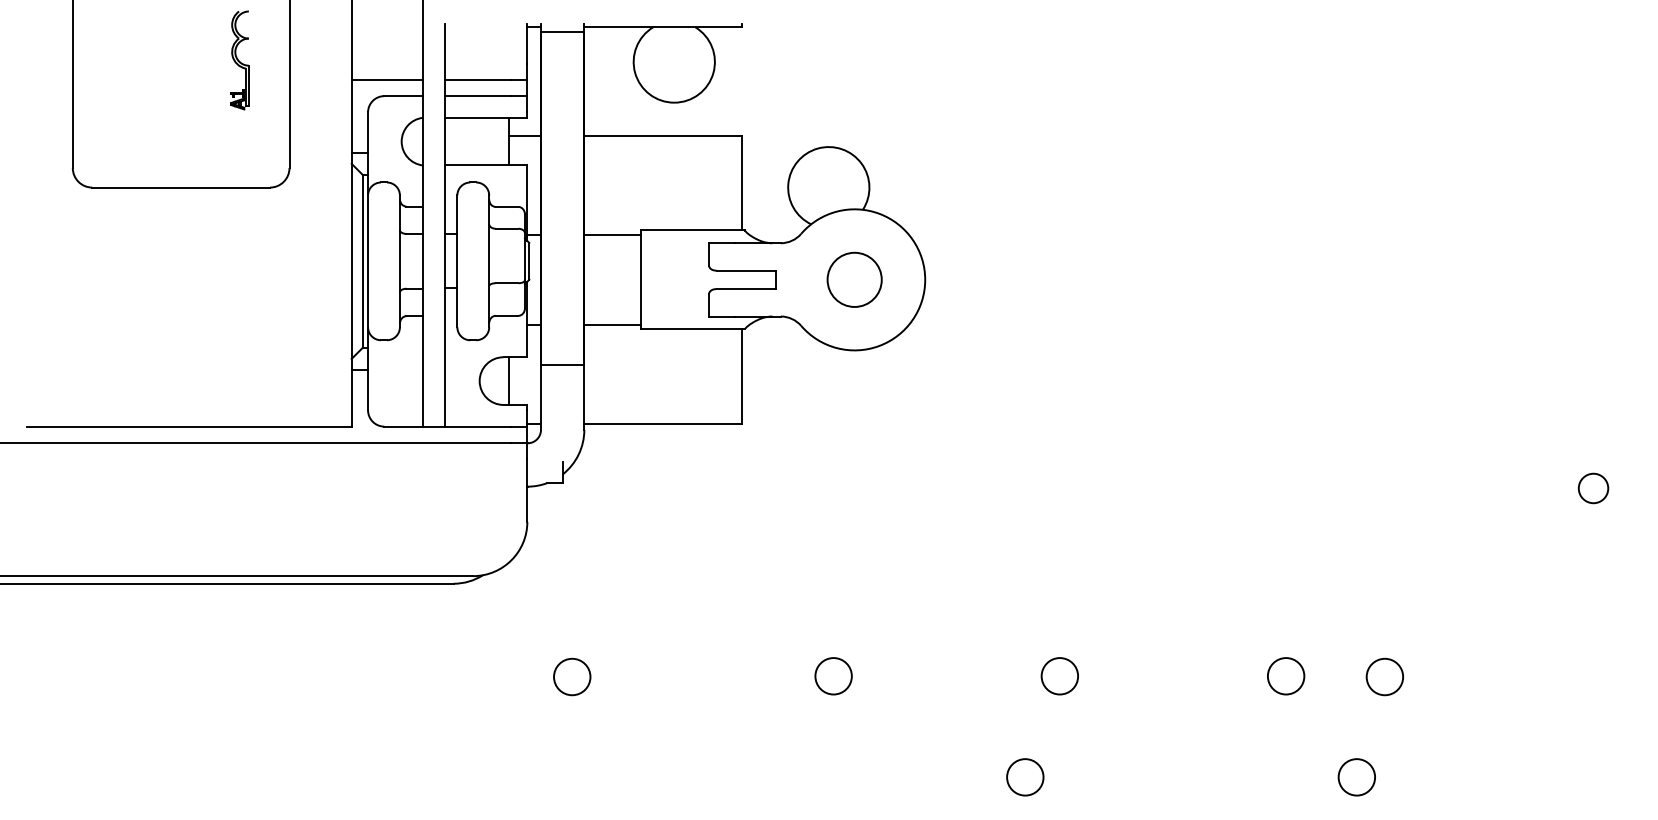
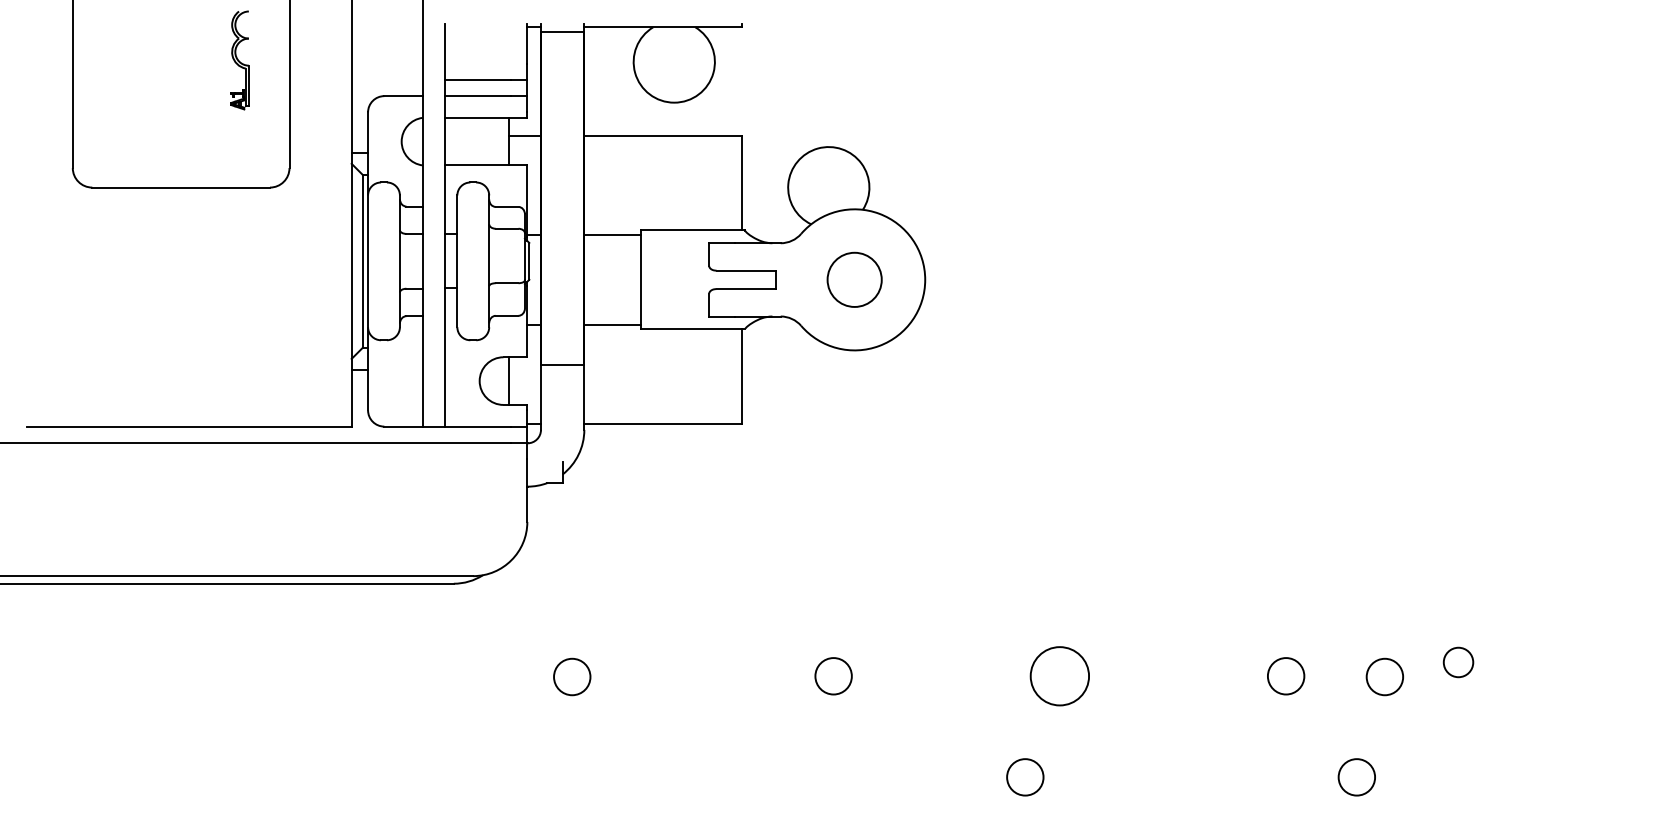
line at (386, 79): present -> none
circle at (1593, 488) position: (1593, 488) -> (1458, 662)
circle at (1059, 676) diameter: 36 px -> 58 px
